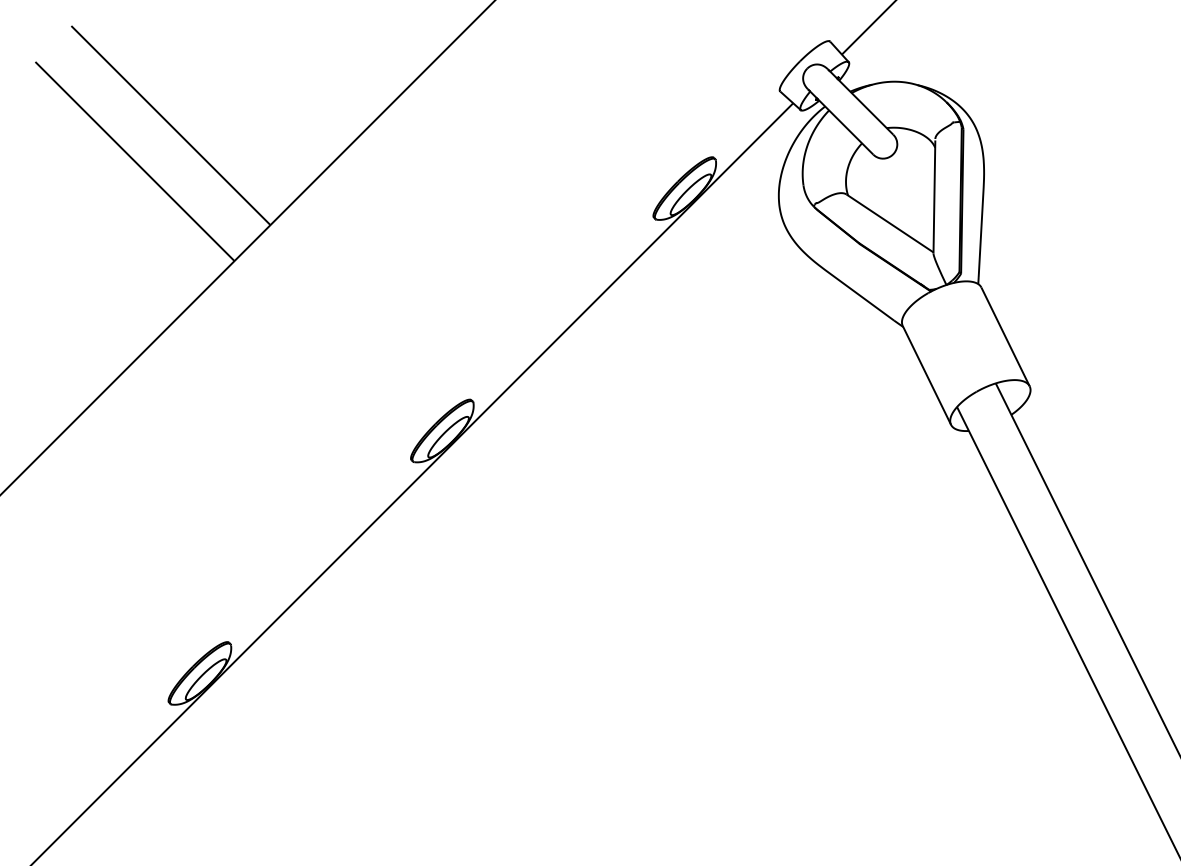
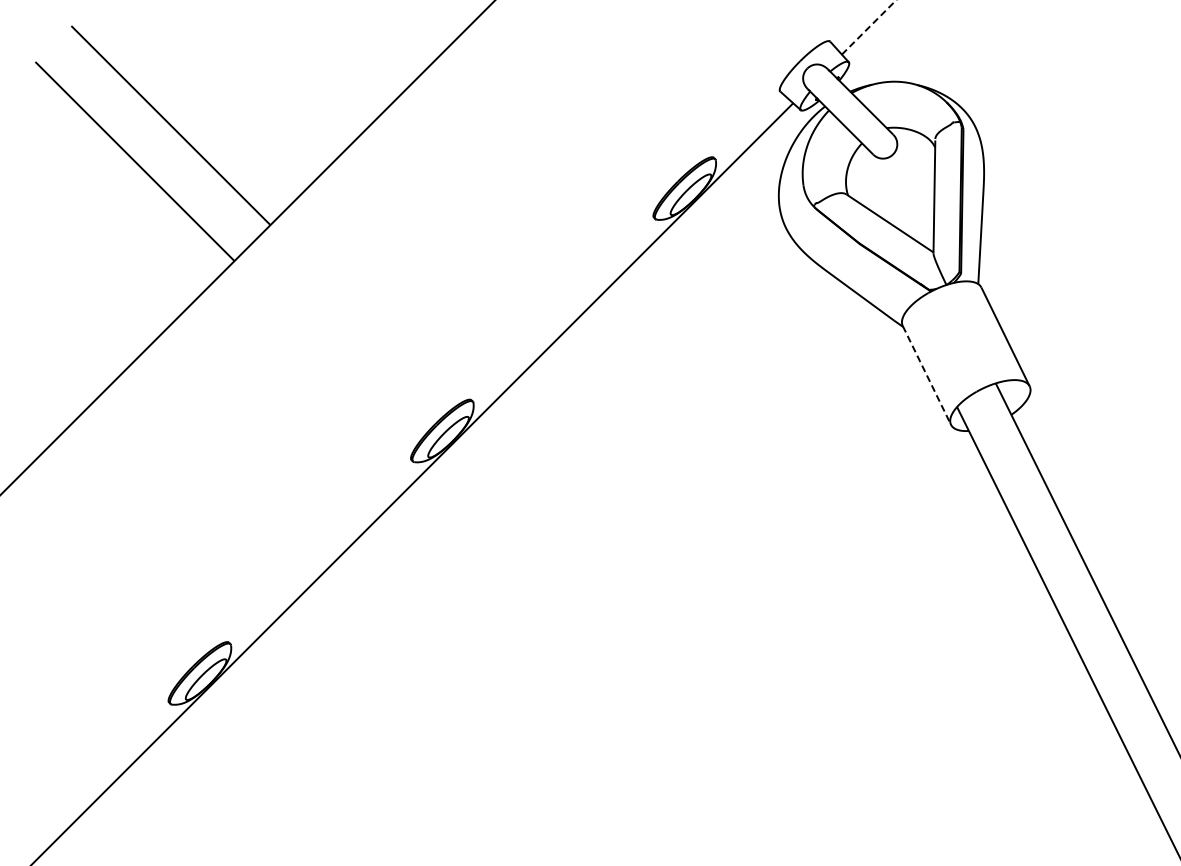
line at (869, 27): solid -> dashed
line at (926, 375): solid -> dashed
